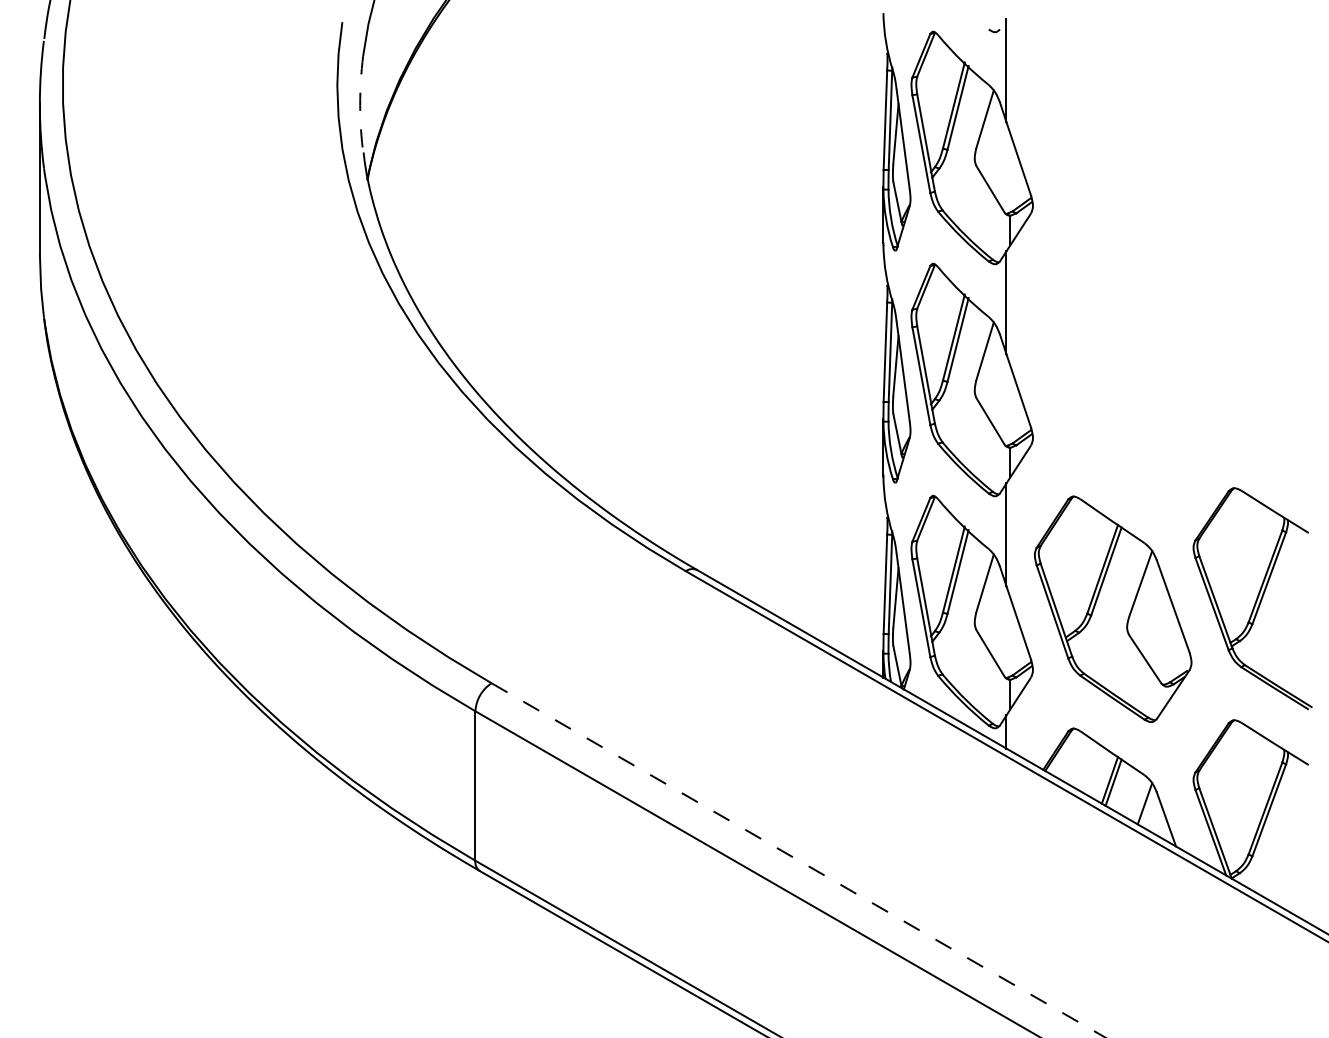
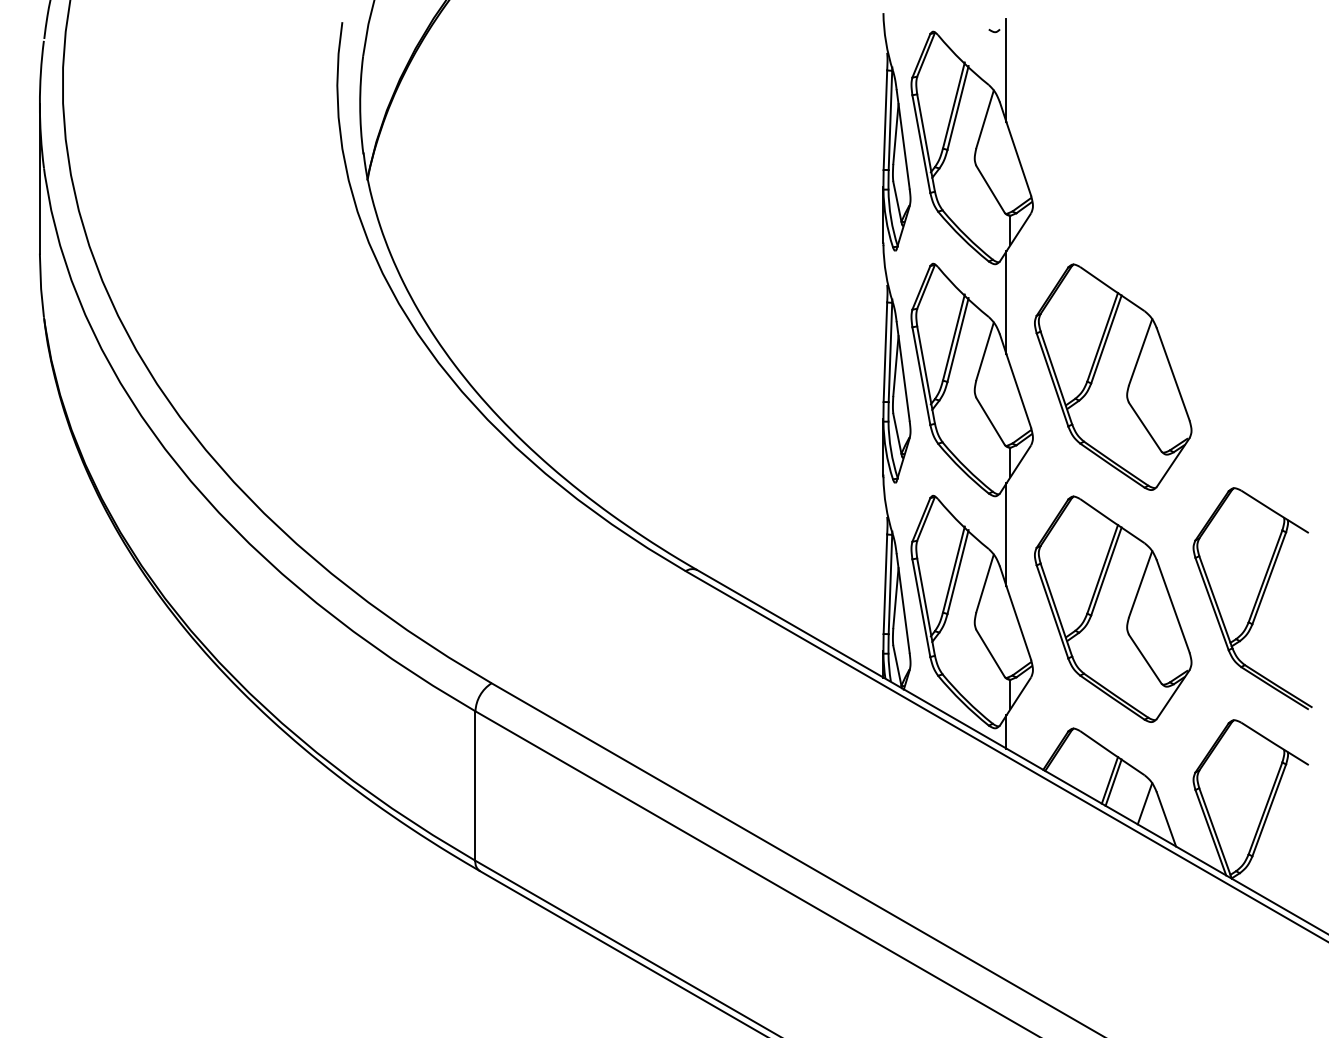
arc at (360, 105): dashed -> solid
part at (1113, 376): none -> present
line at (799, 860): dashed -> solid
